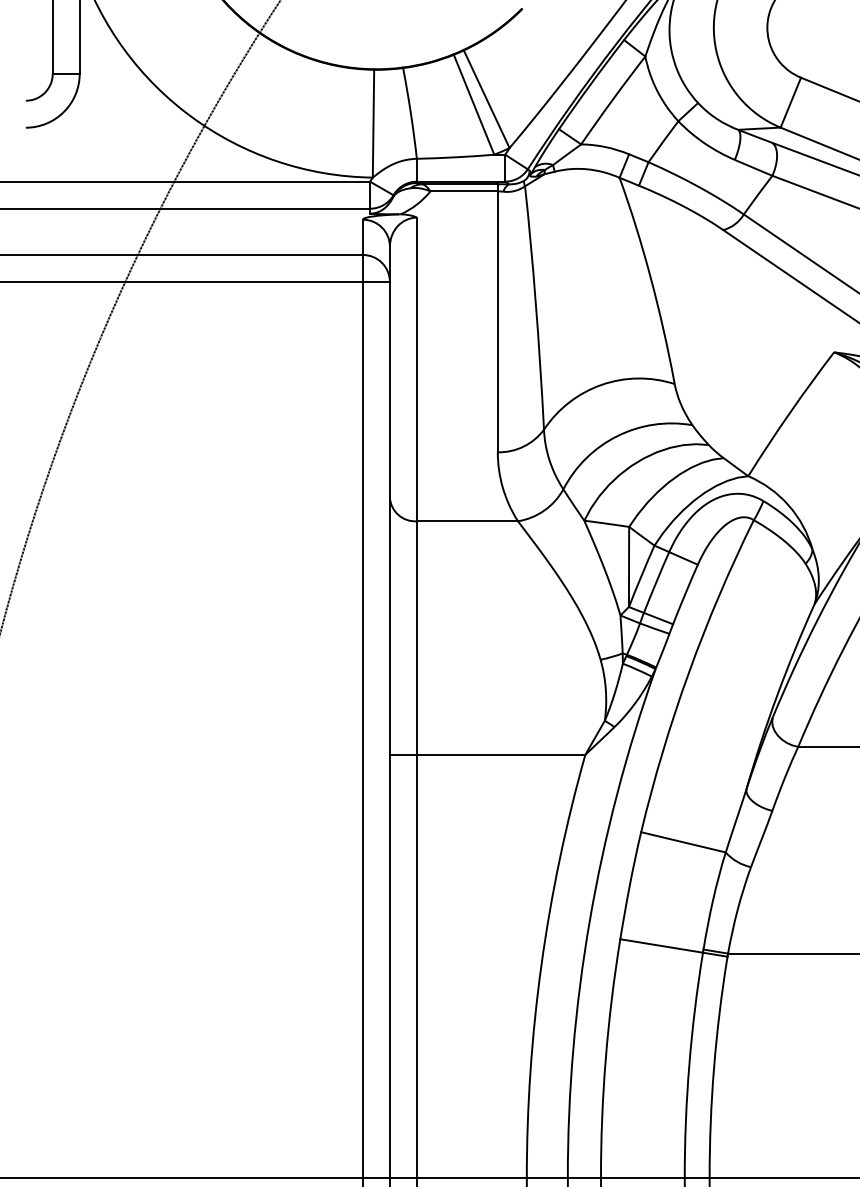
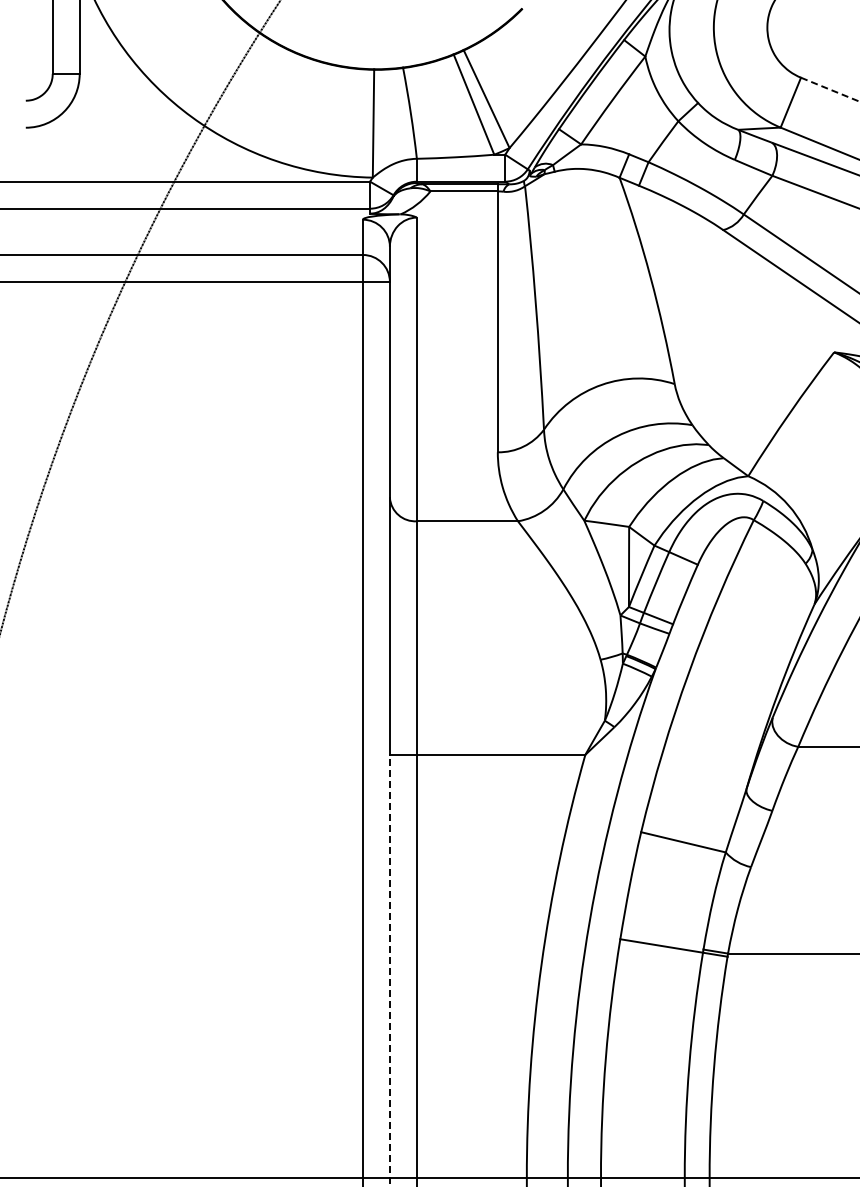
line at (830, 89): solid -> dashed
line at (389, 970): solid -> dashed
